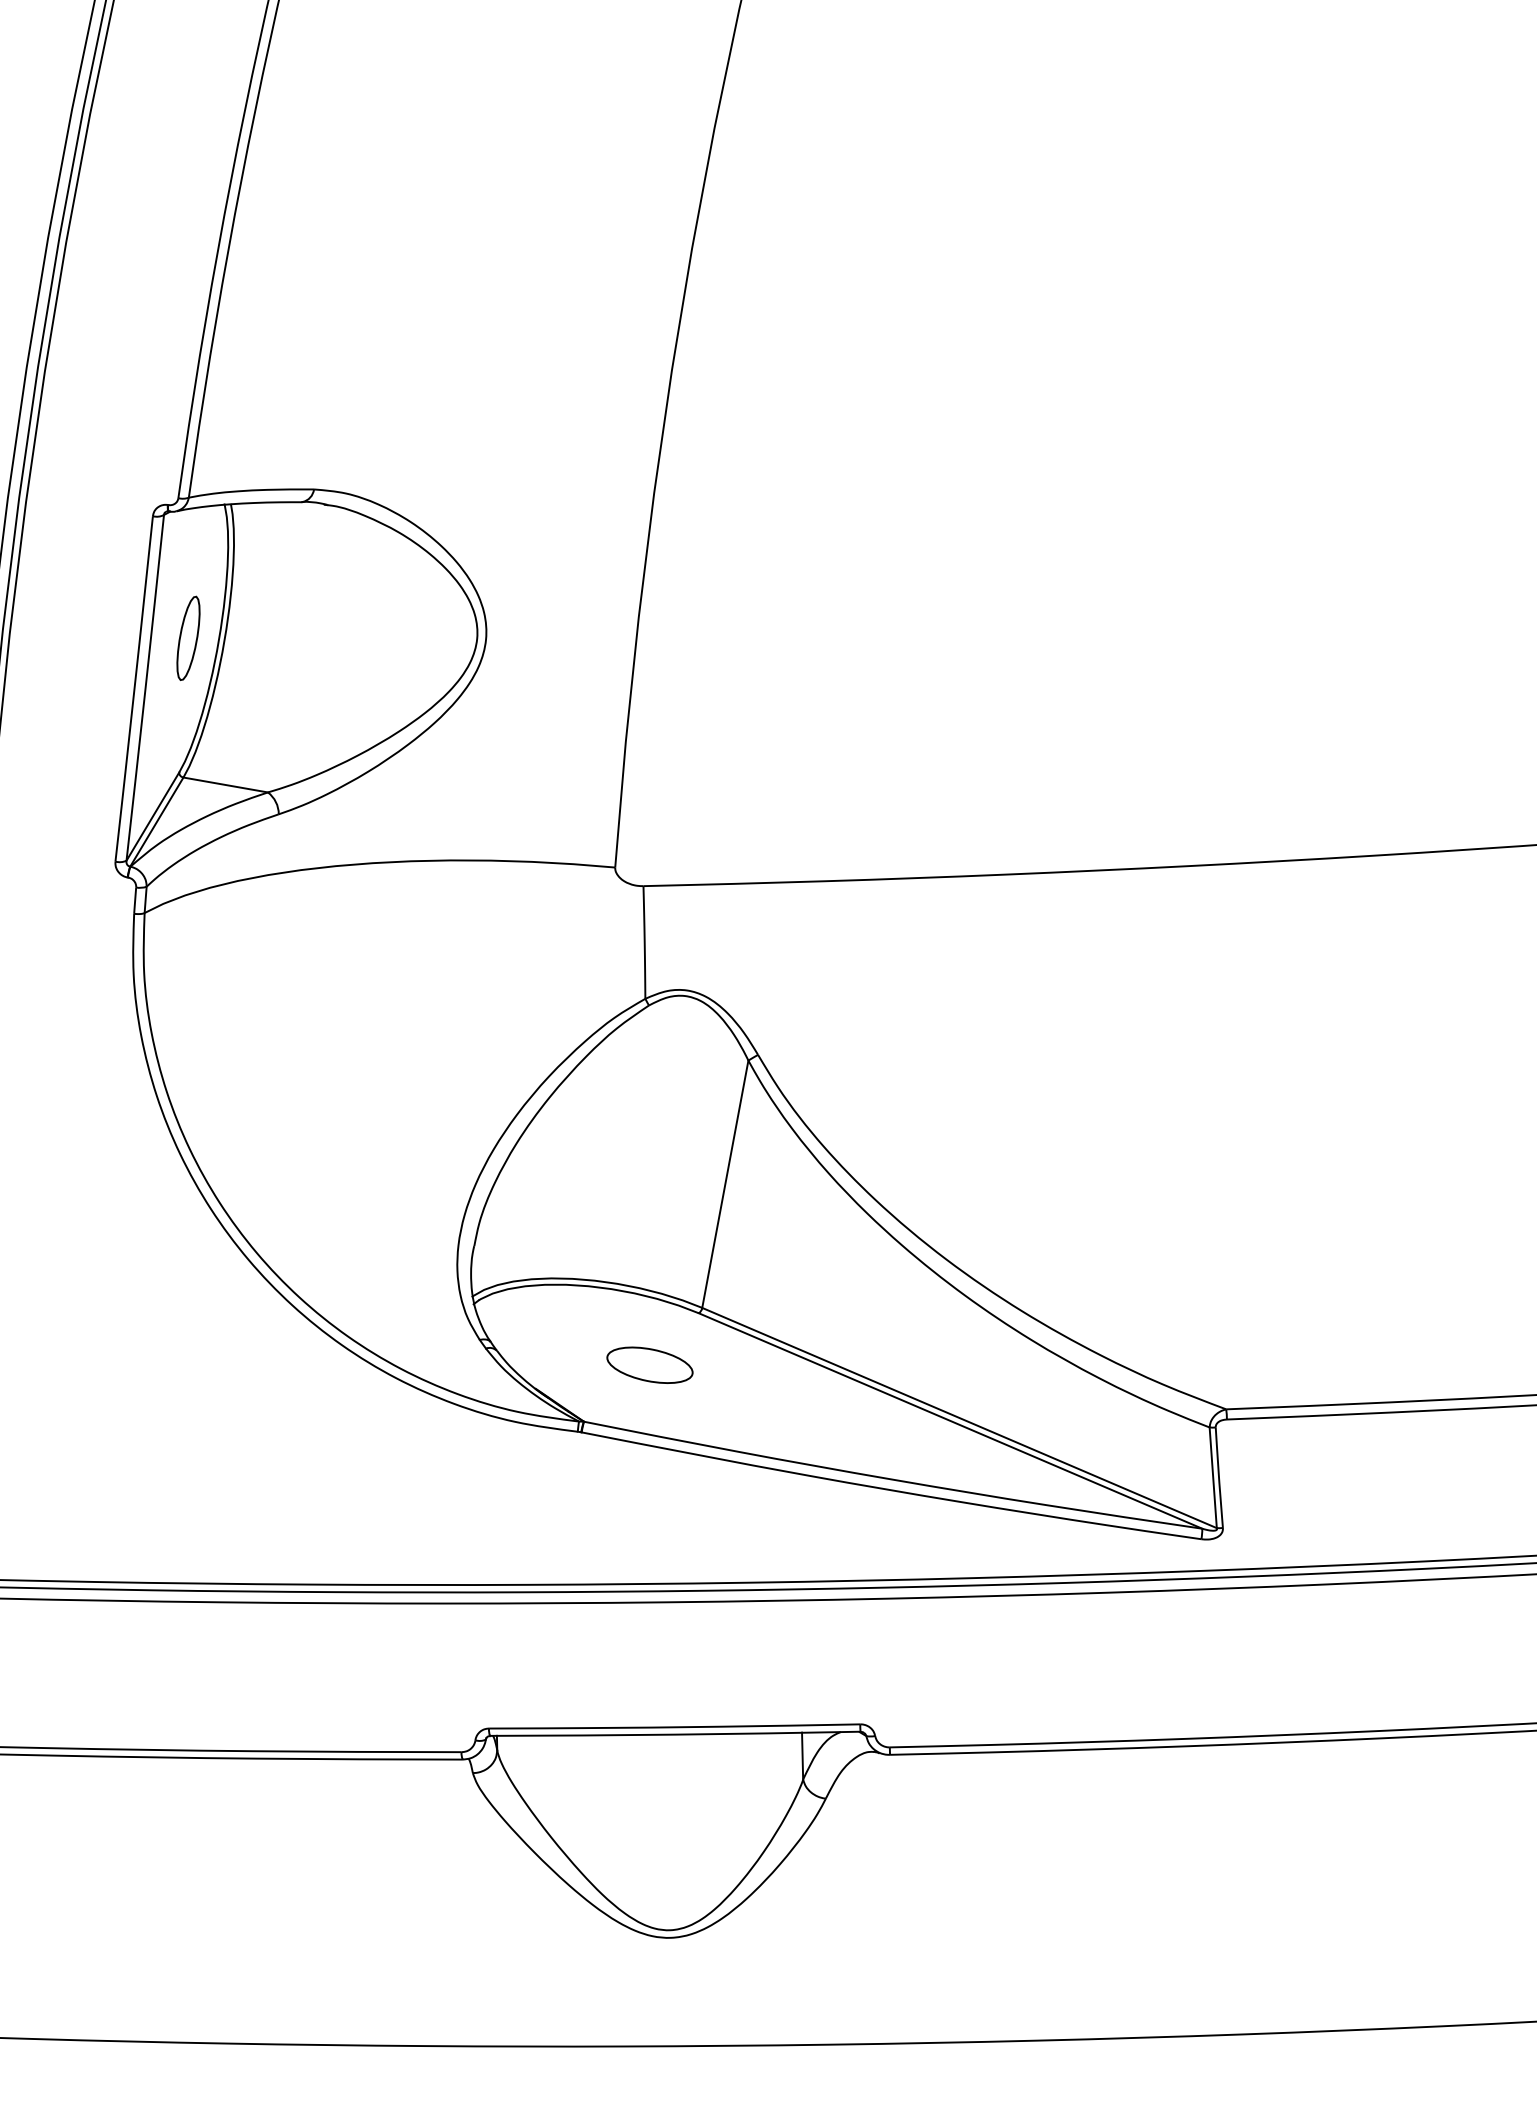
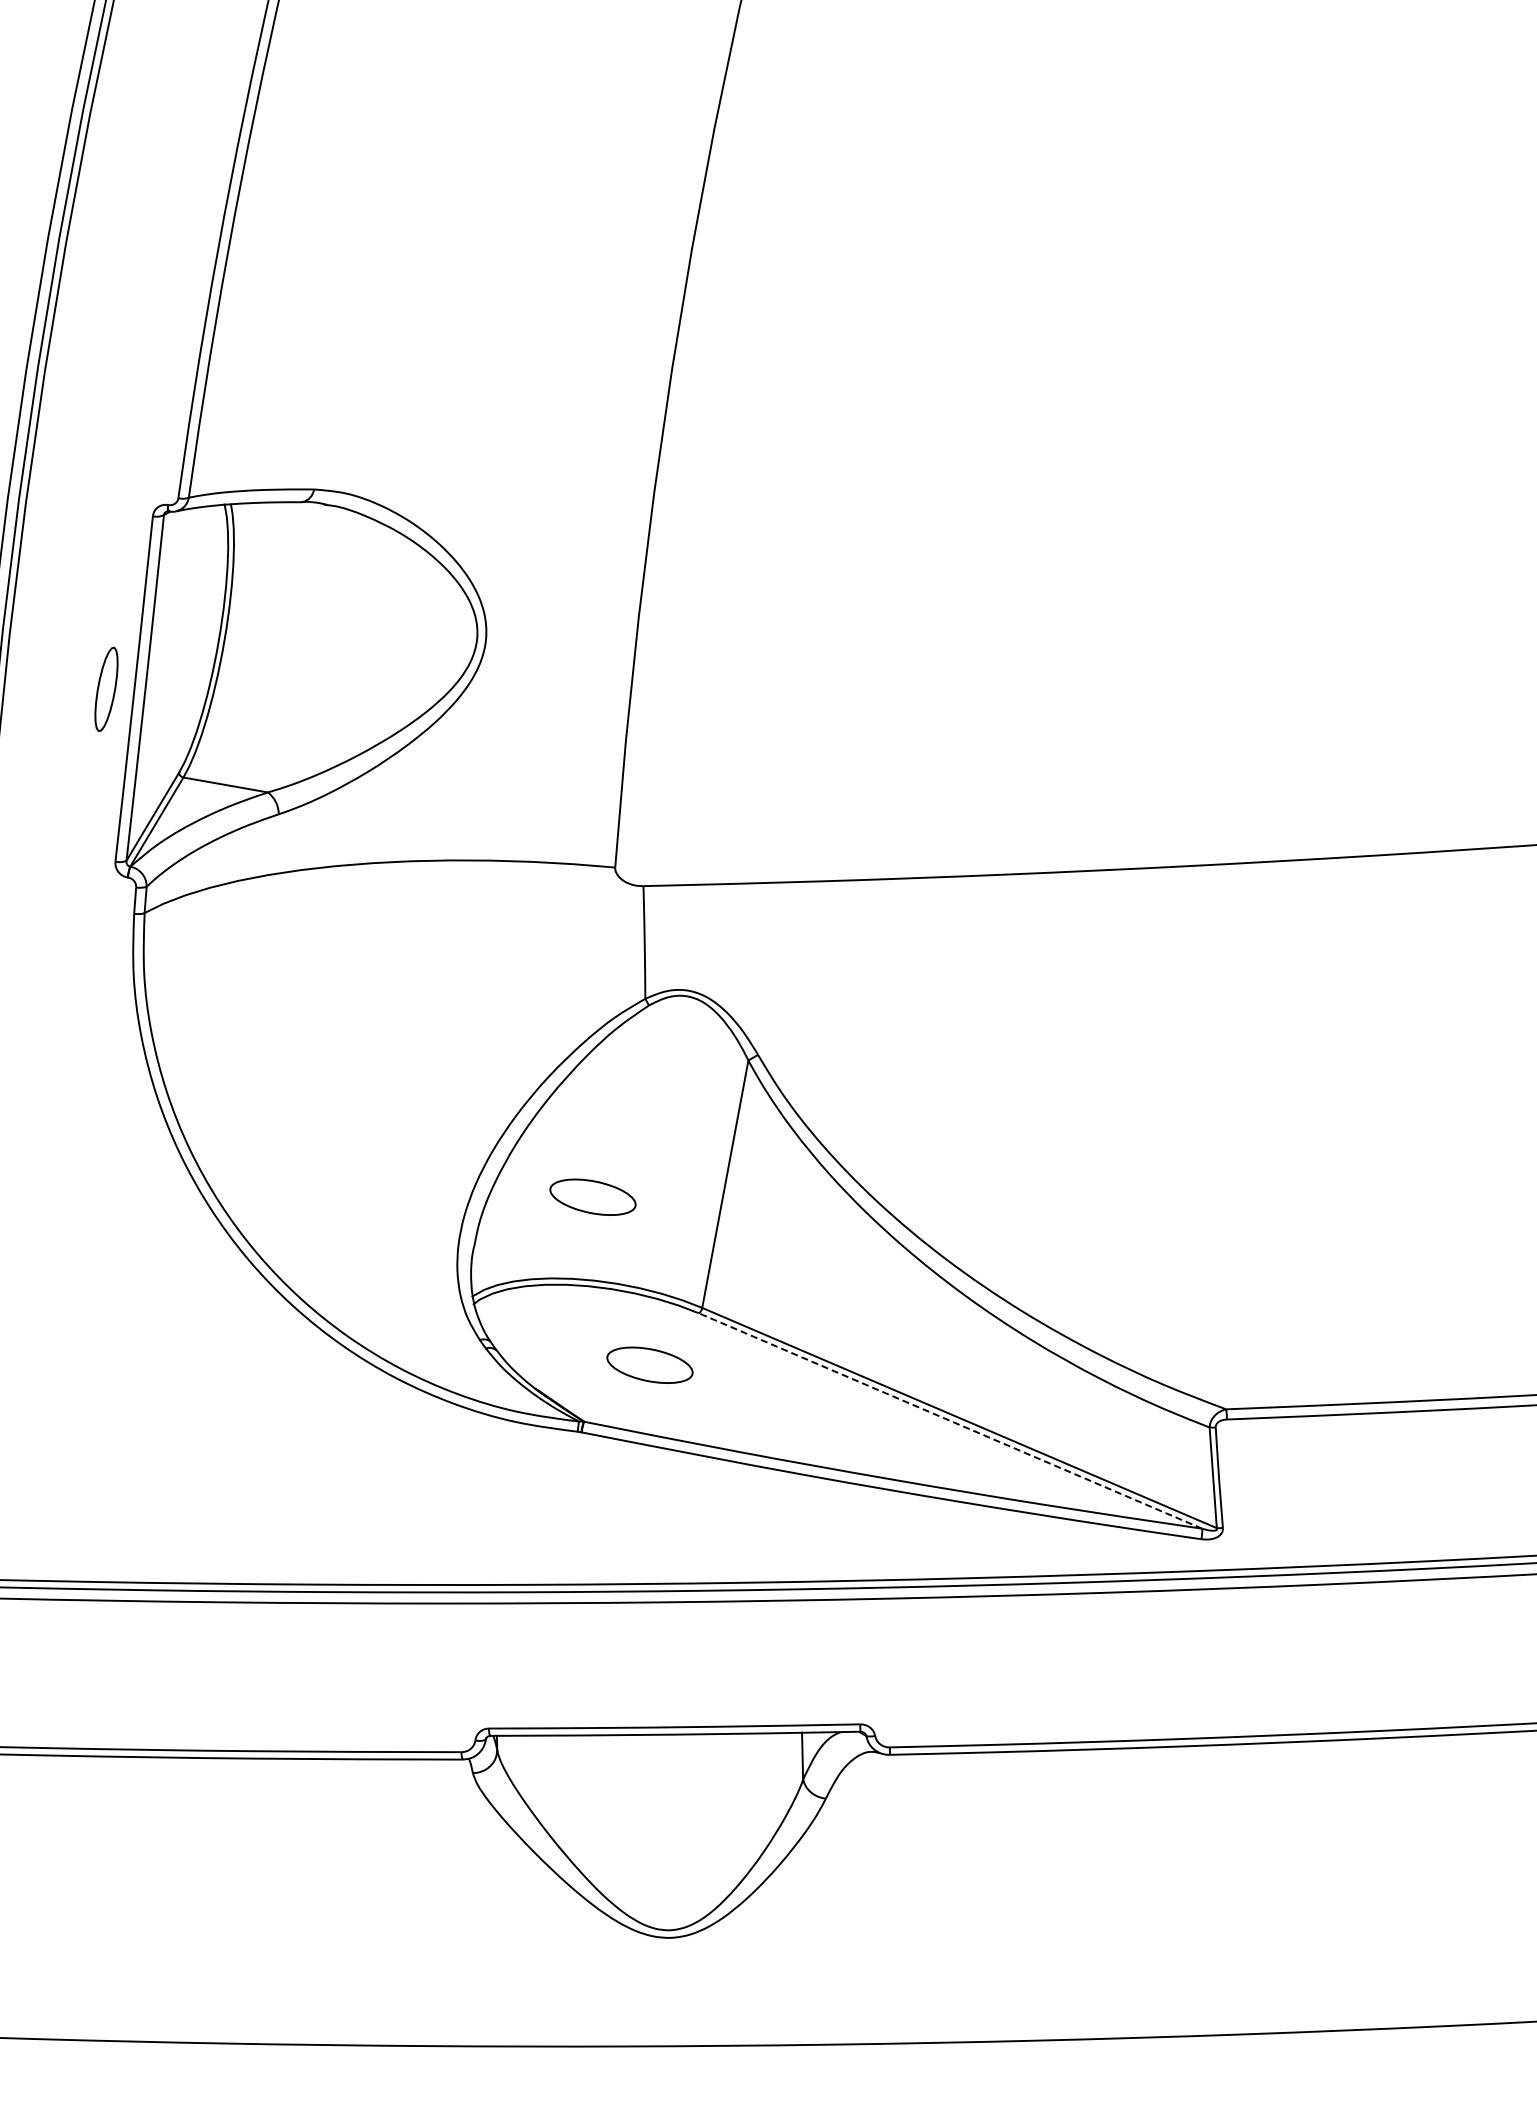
part at (188, 637) position: (188, 637) -> (106, 688)
part at (592, 1196): none -> present
line at (950, 1420): solid -> dashed
